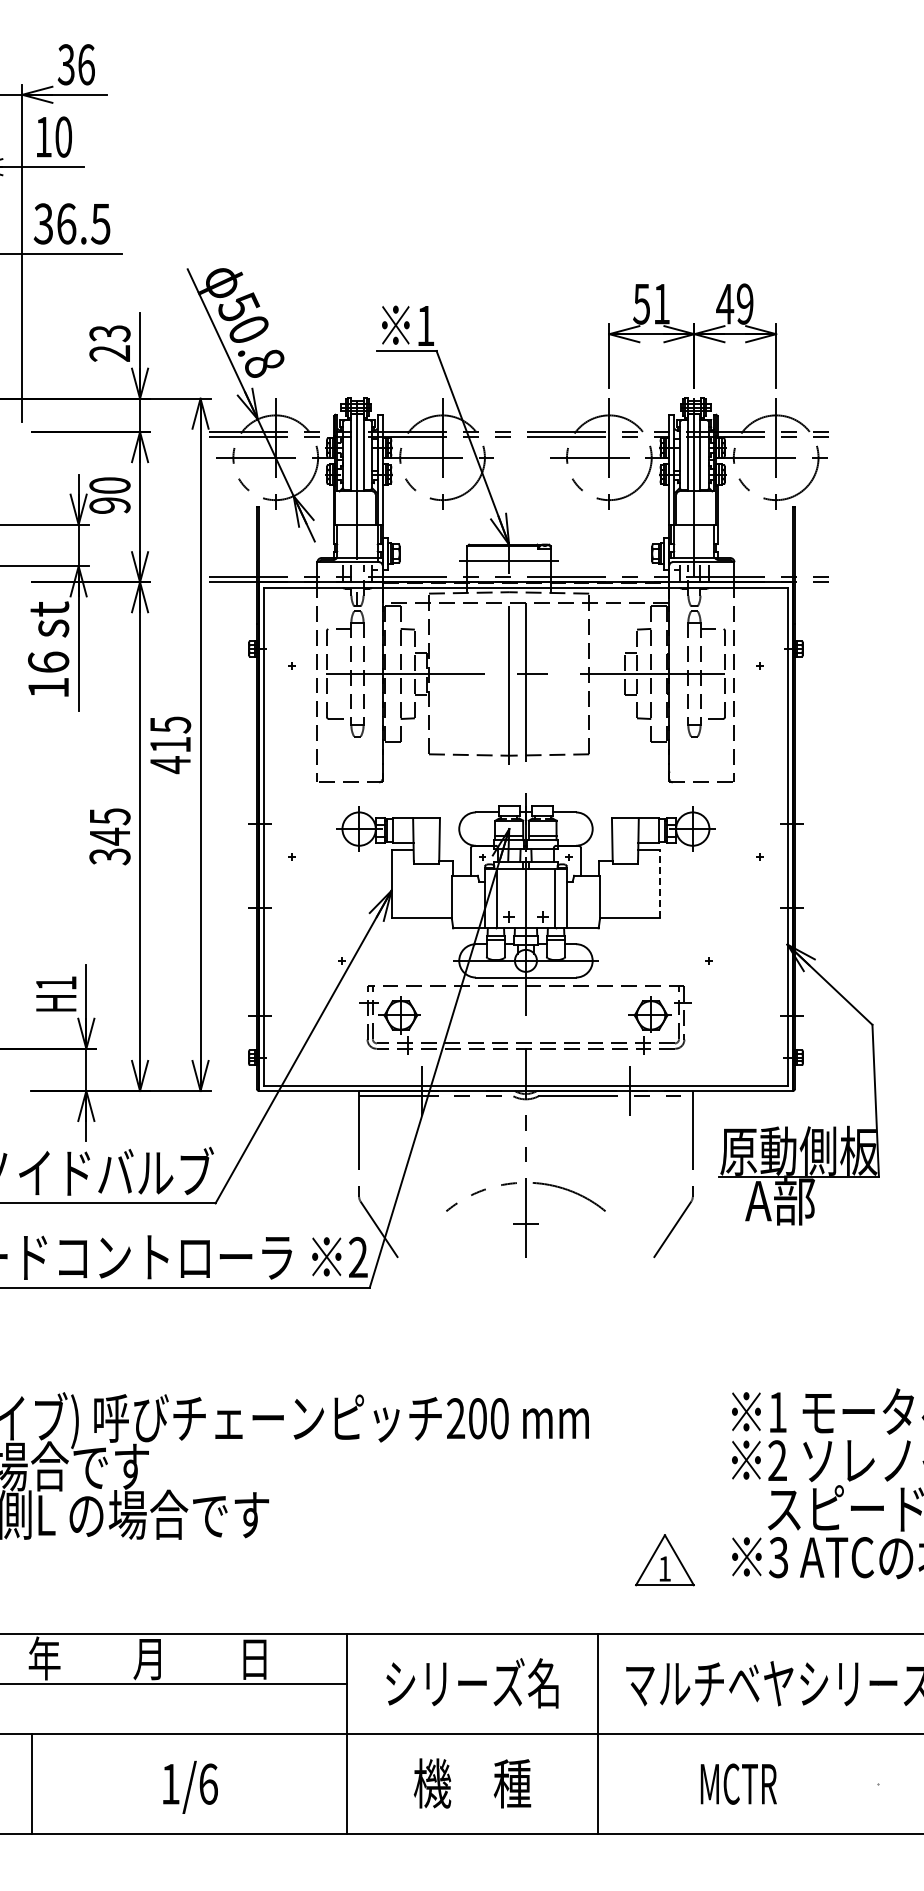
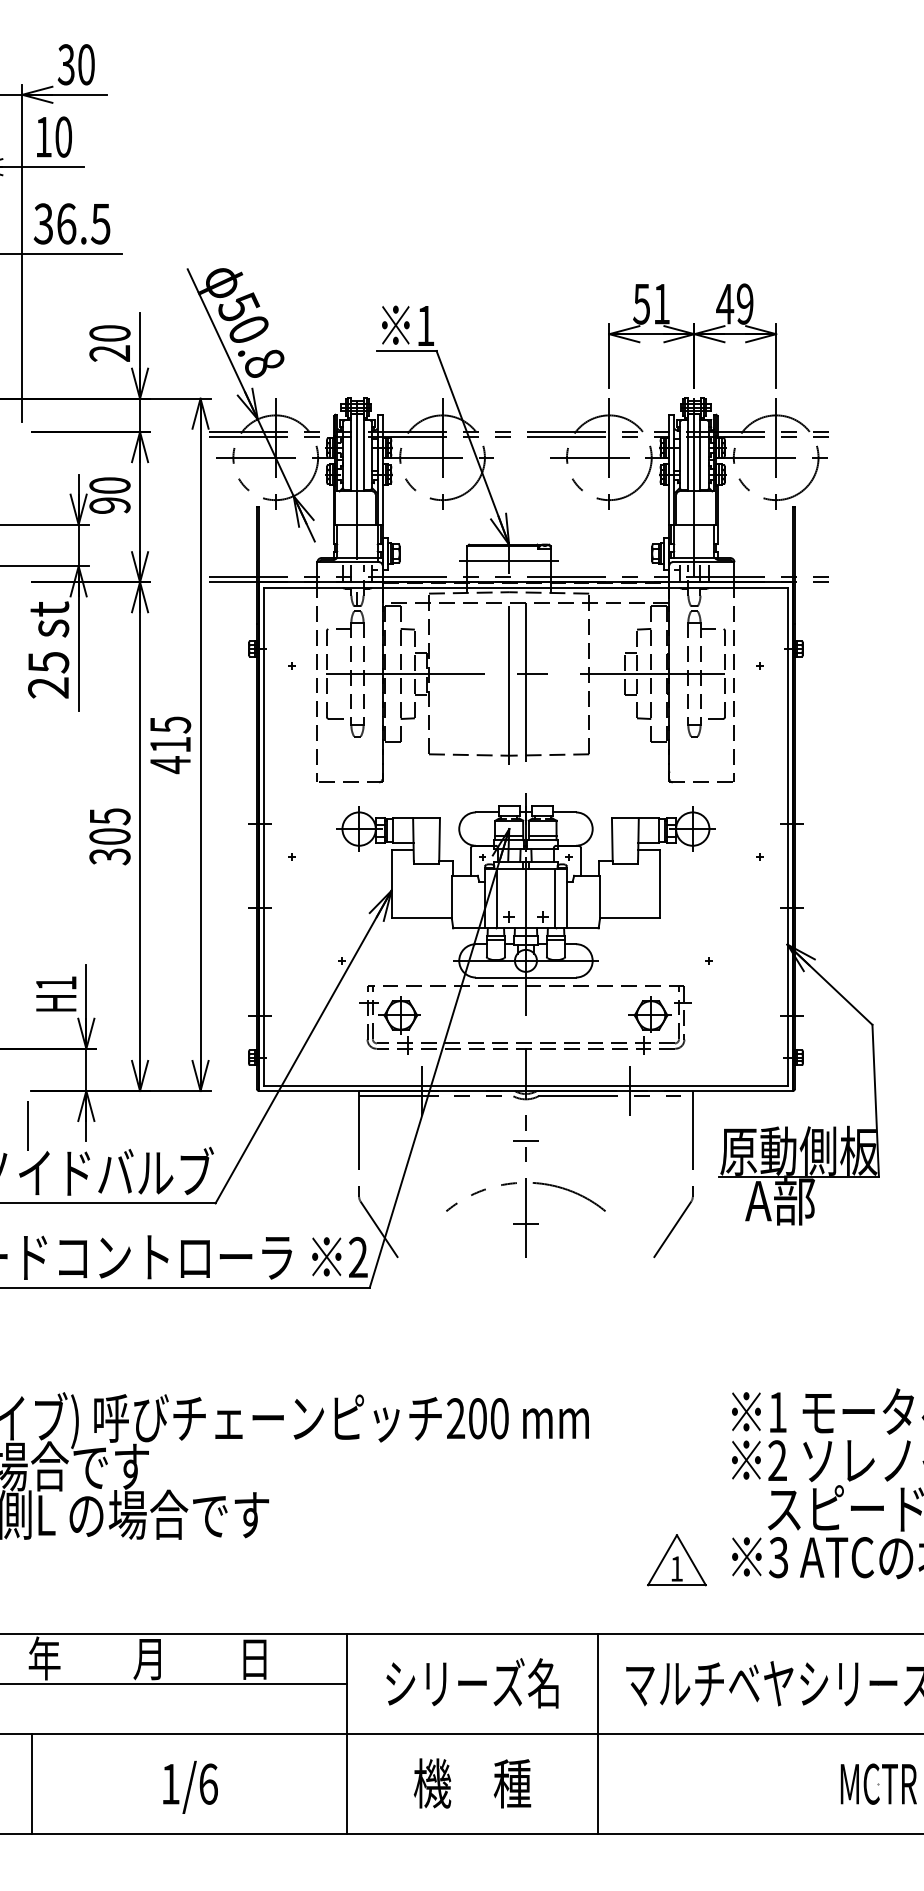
text at (86, 64): 36 -> 30
text at (109, 333): 23 -> 20
text at (48, 674): 16 -> 25
text at (109, 836): 345 -> 305
line at (660, 883): dashed -> solid
line at (27, 1126): none -> present
line at (525, 1141): none -> present
part at (664, 1560) position: (664, 1560) -> (676, 1560)
text at (738, 1783) position: (738, 1783) -> (878, 1783)
